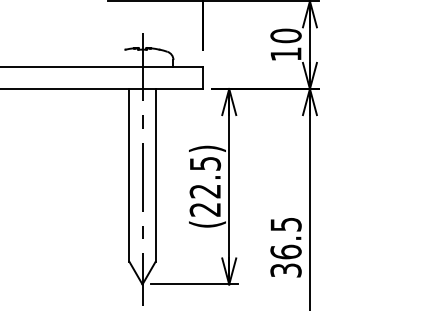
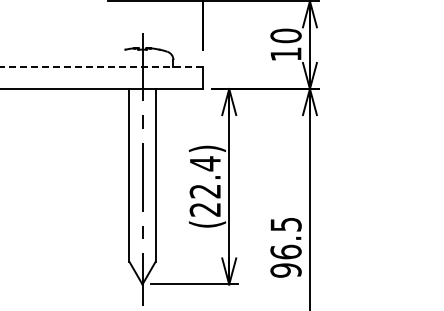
line at (101, 67): solid -> dashed
text at (205, 163): (22.5) -> (22.4)
text at (285, 270): 36.5 -> 96.5
